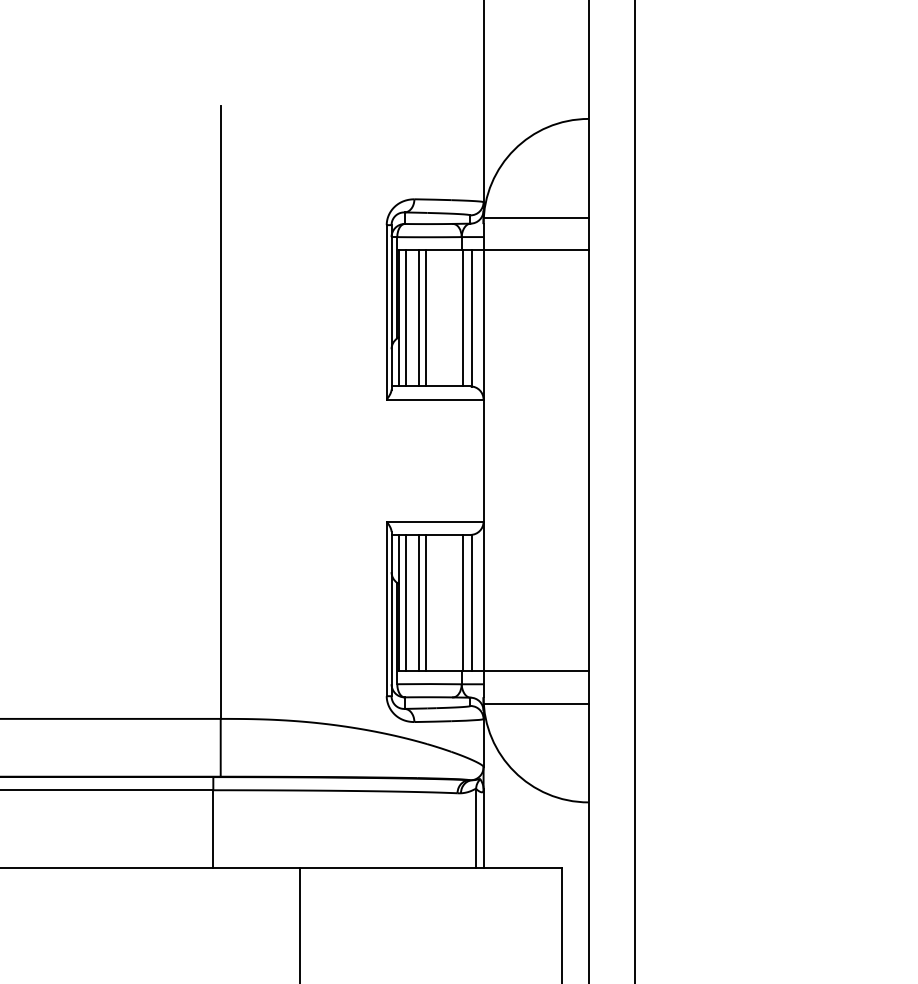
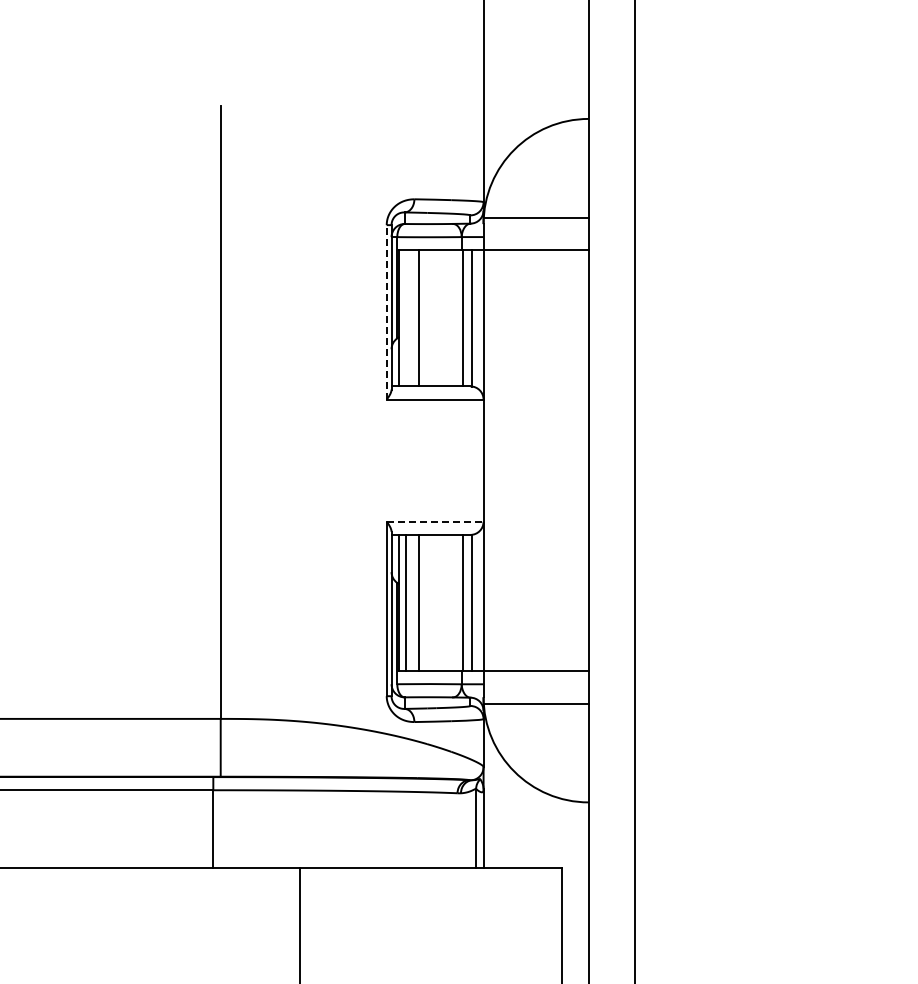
line at (386, 311): solid -> dashed
line at (406, 318): present -> none
line at (425, 318): present -> none
line at (435, 521): solid -> dashed
line at (425, 602): present -> none
